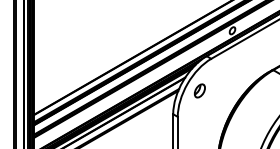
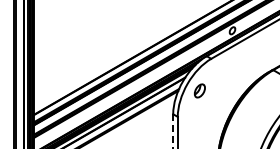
line at (173, 131): solid -> dashed
